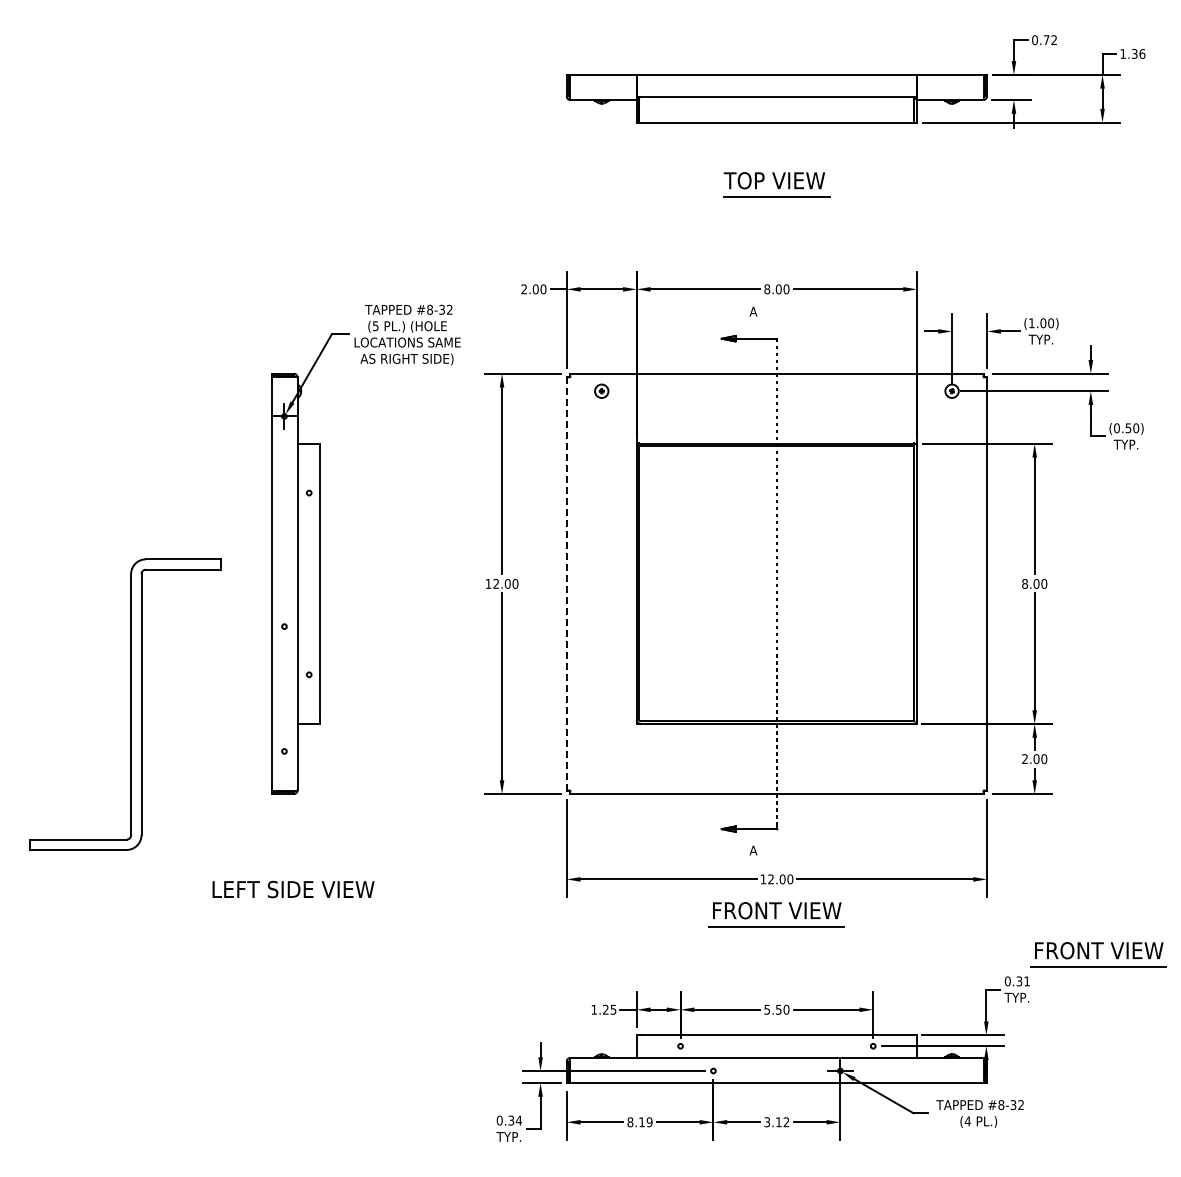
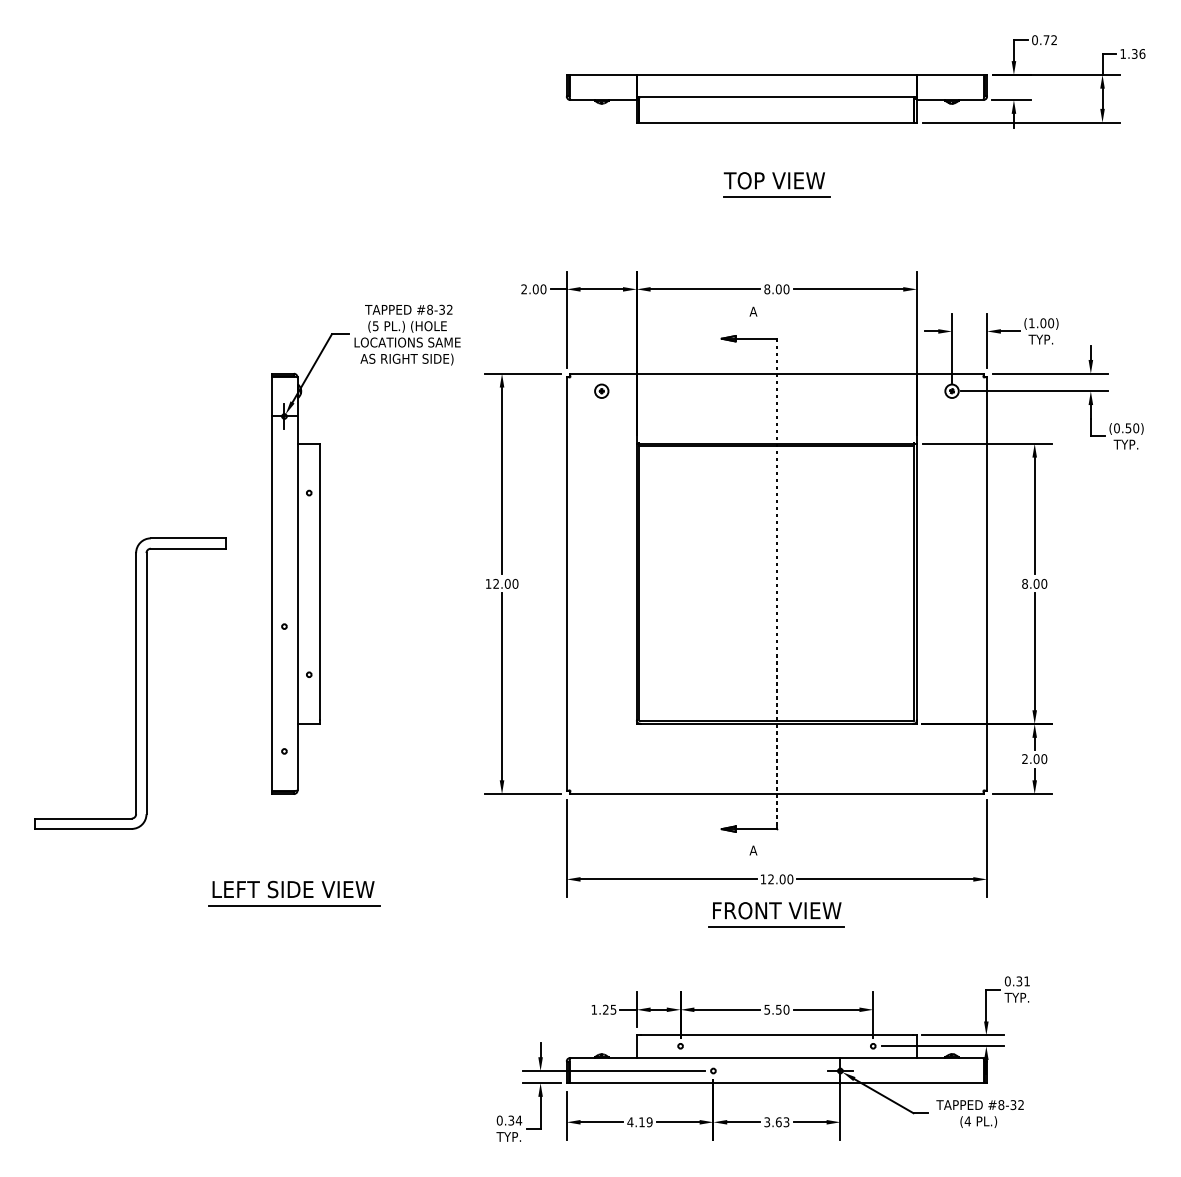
line at (566, 583): dashed -> solid
part at (125, 704) position: (125, 704) -> (130, 683)
line at (293, 906): none -> present
part at (1098, 954): present -> none
text at (630, 1122): 8.19 -> 4.19
text at (782, 1122): 3.12 -> 3.63
